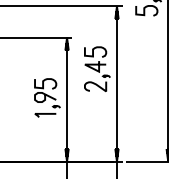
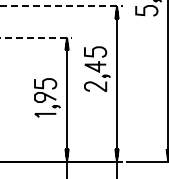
line at (62, 6): solid -> dashed
line at (36, 37): solid -> dashed
